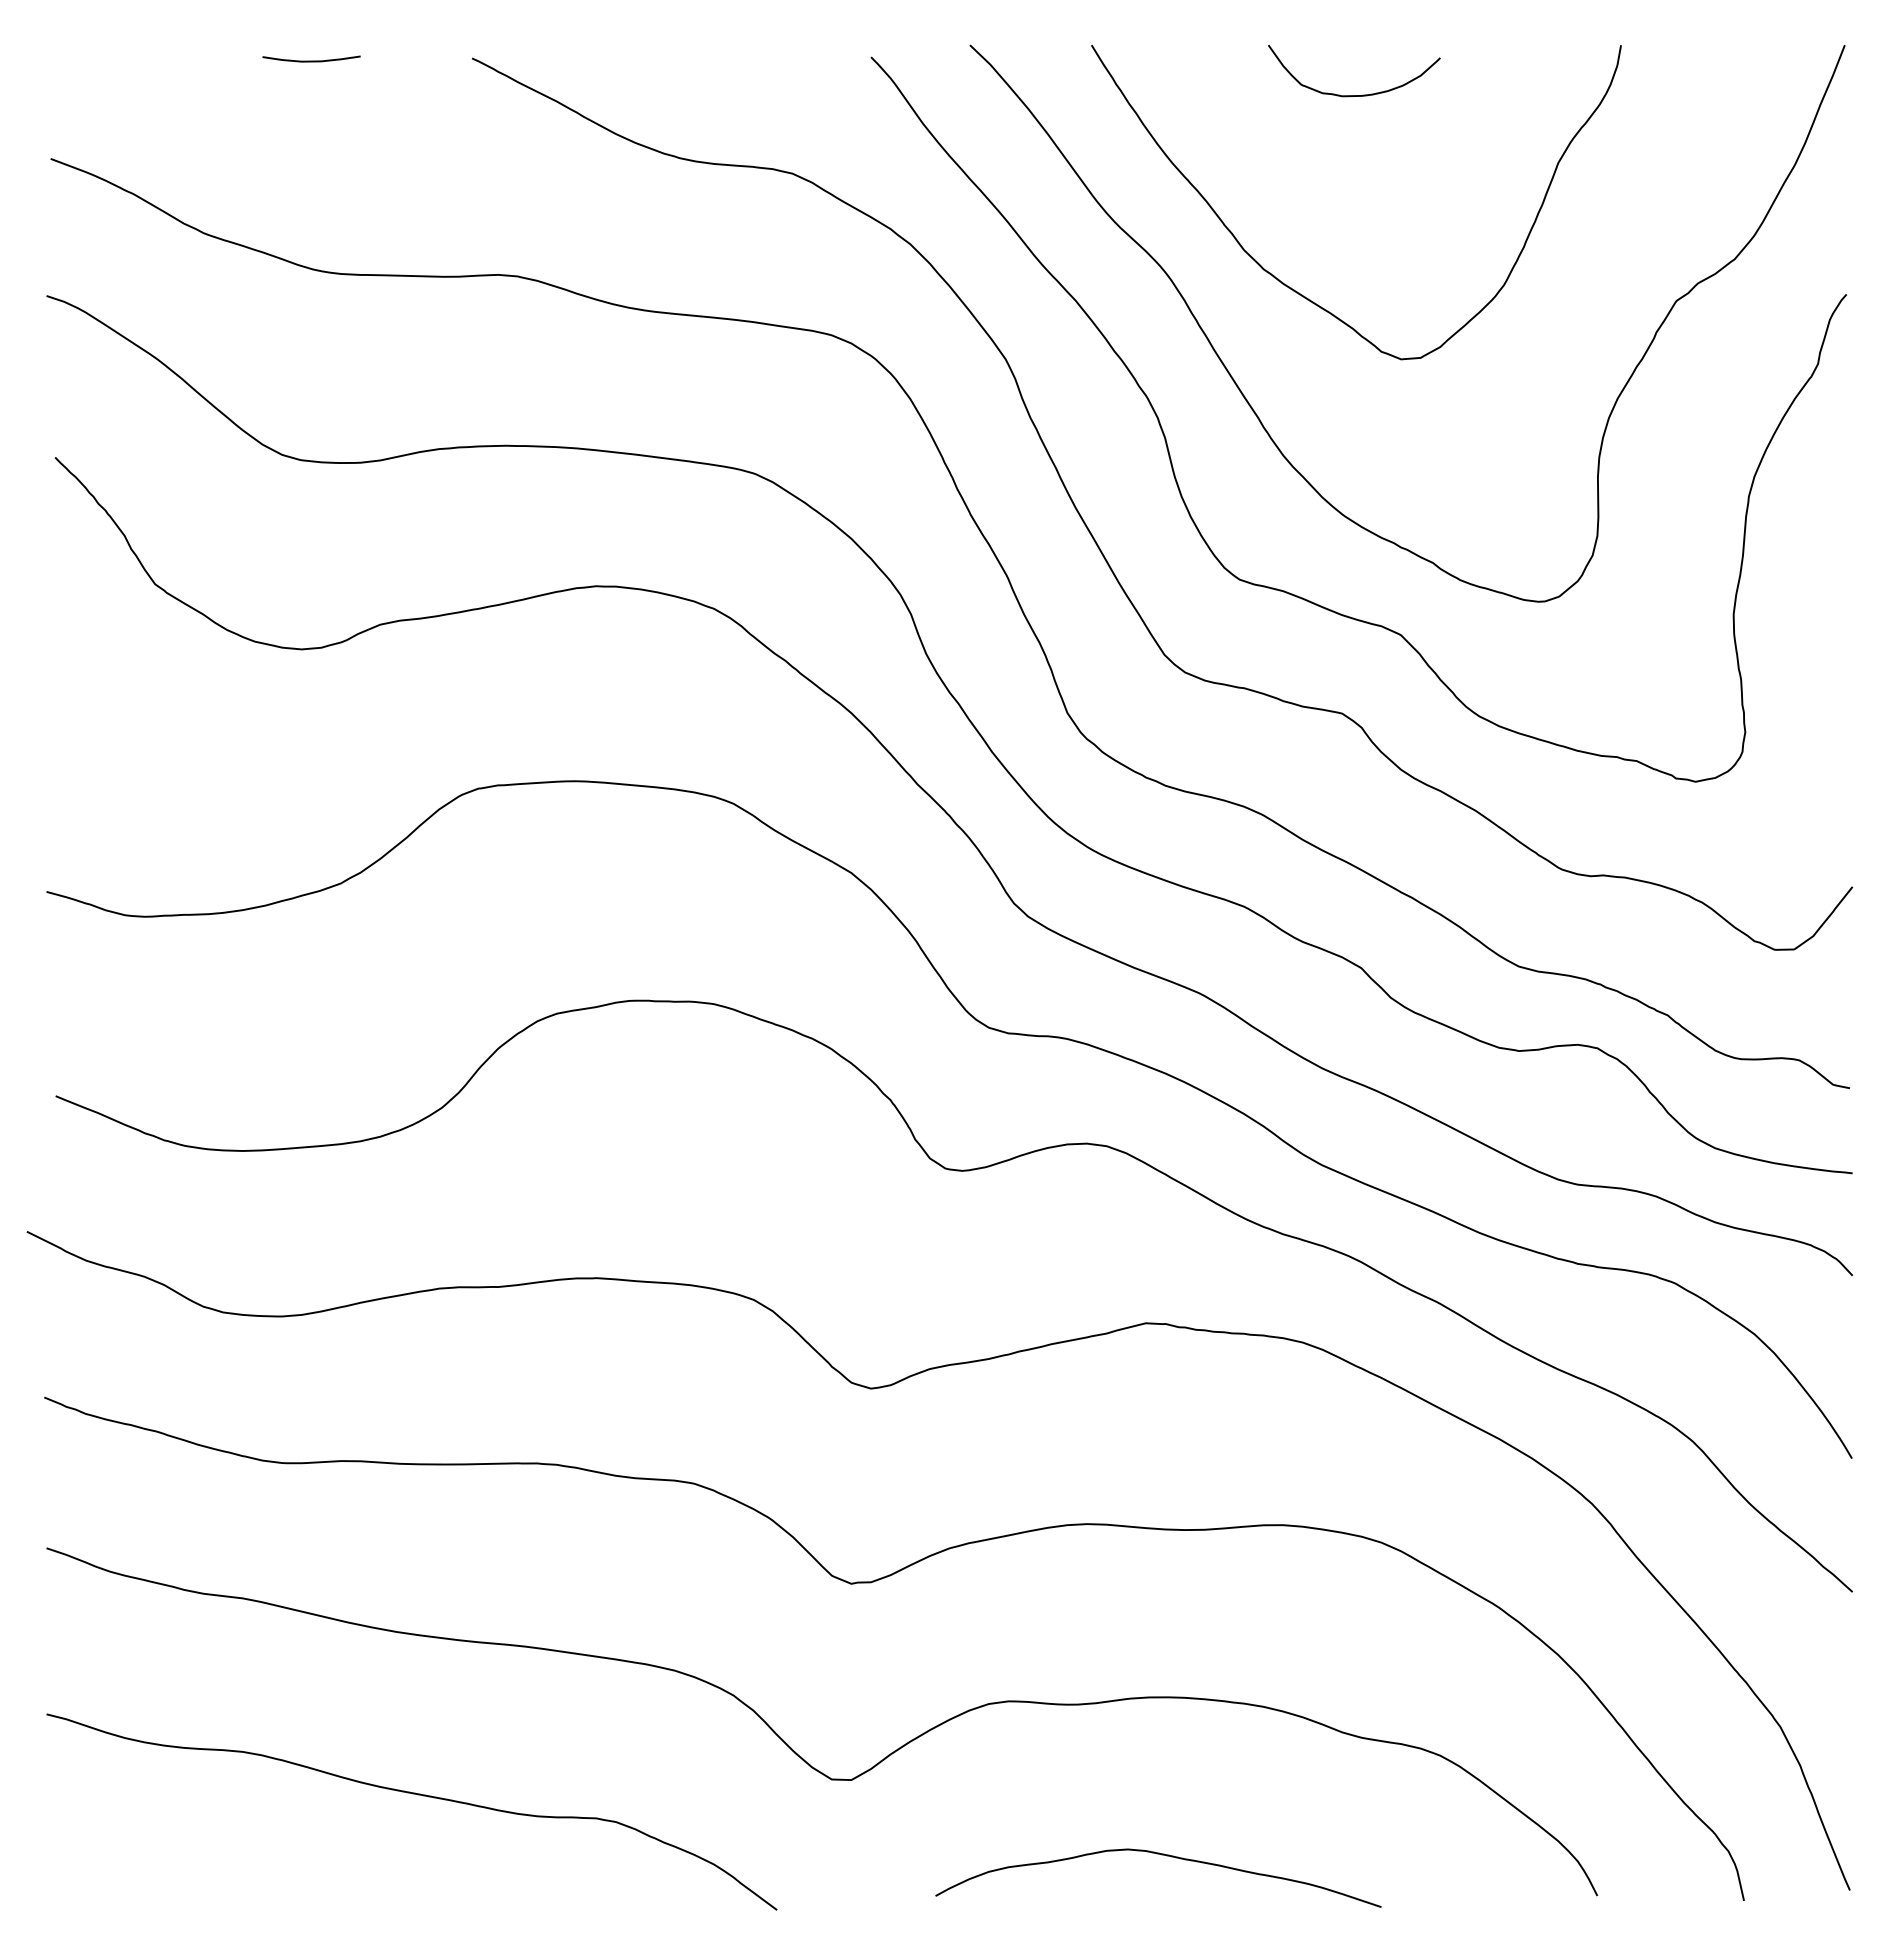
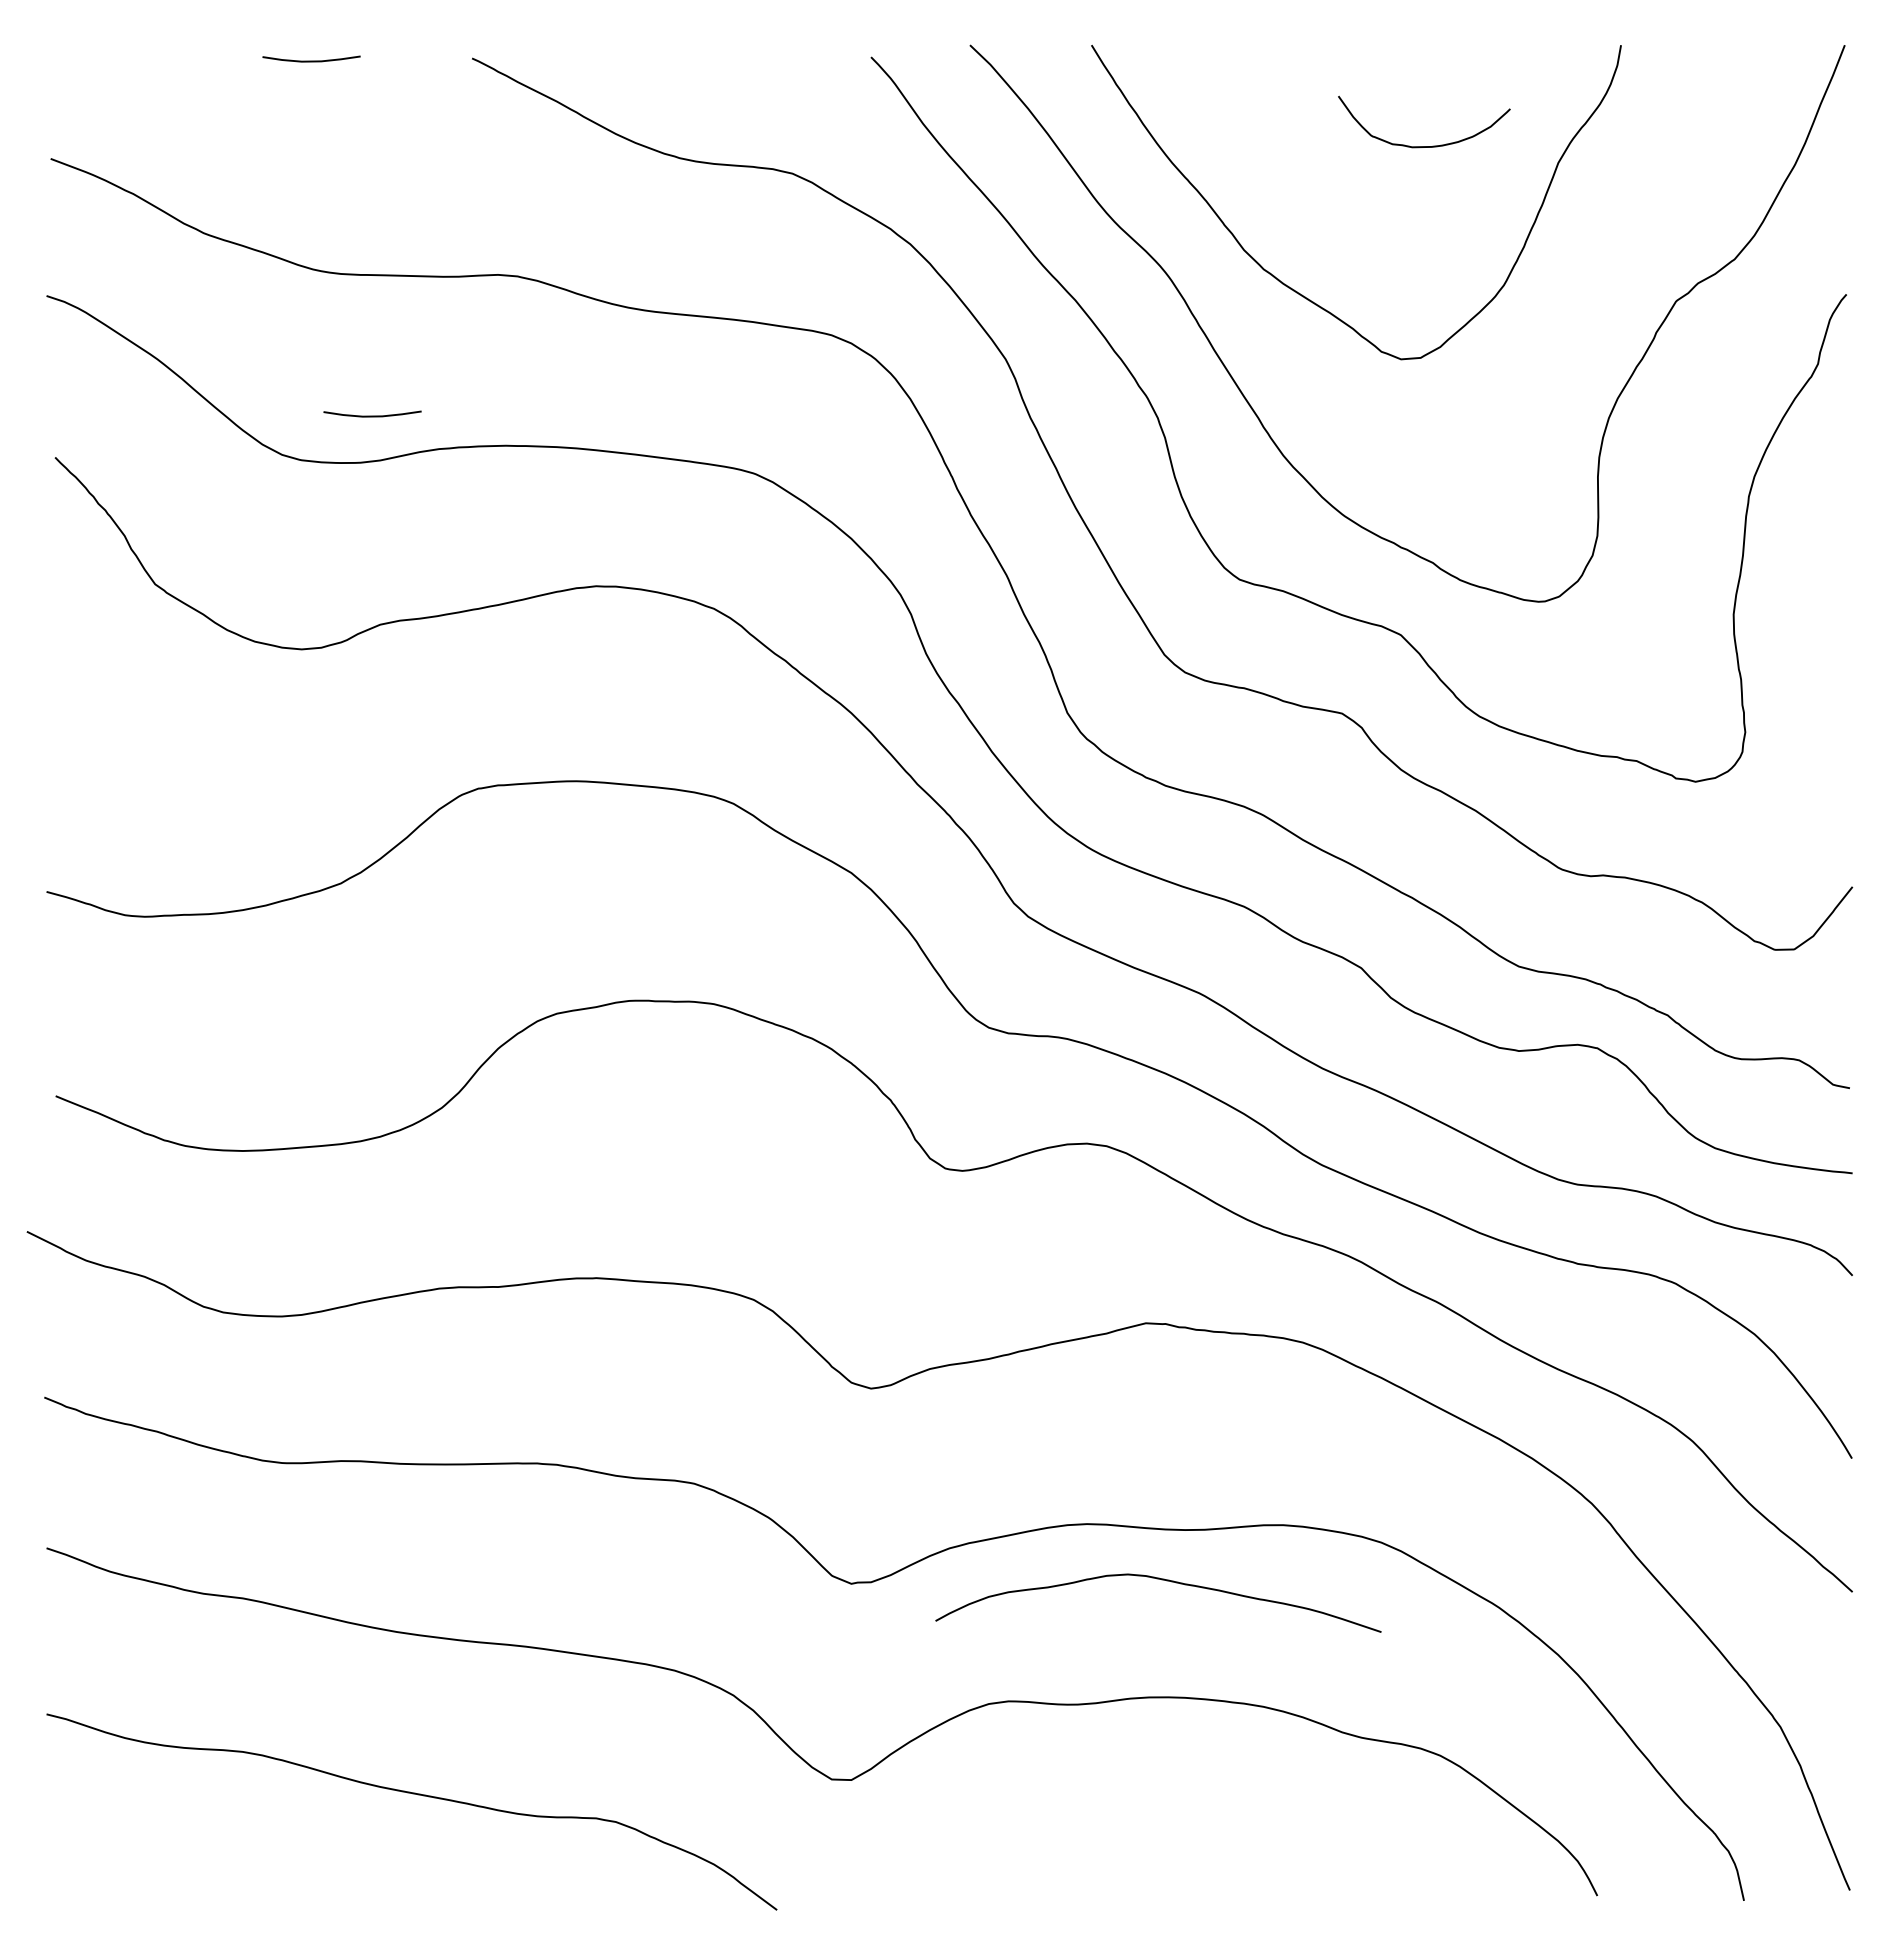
curve at (1354, 95) position: (1354, 95) -> (1424, 146)
curve at (372, 415): none -> present
curve at (1161, 1855) position: (1161, 1855) -> (1161, 1580)
